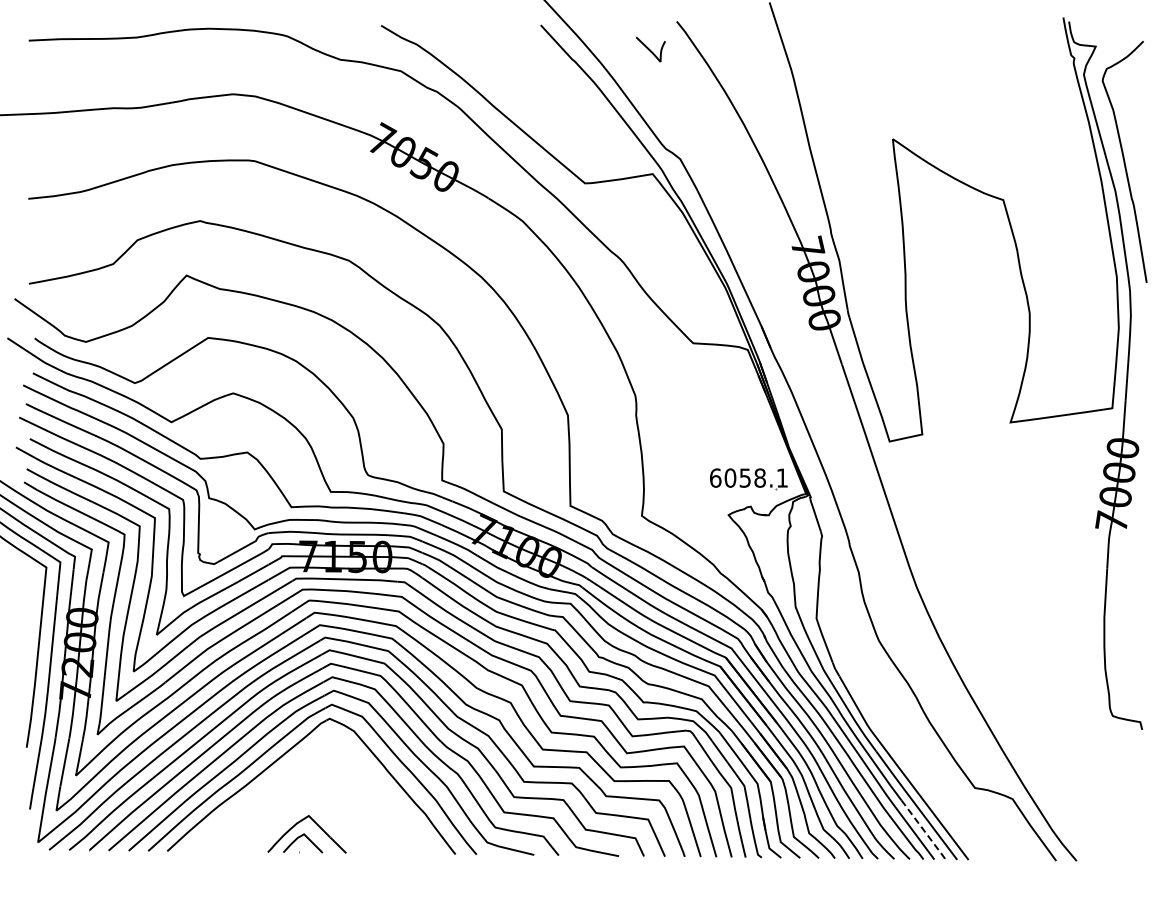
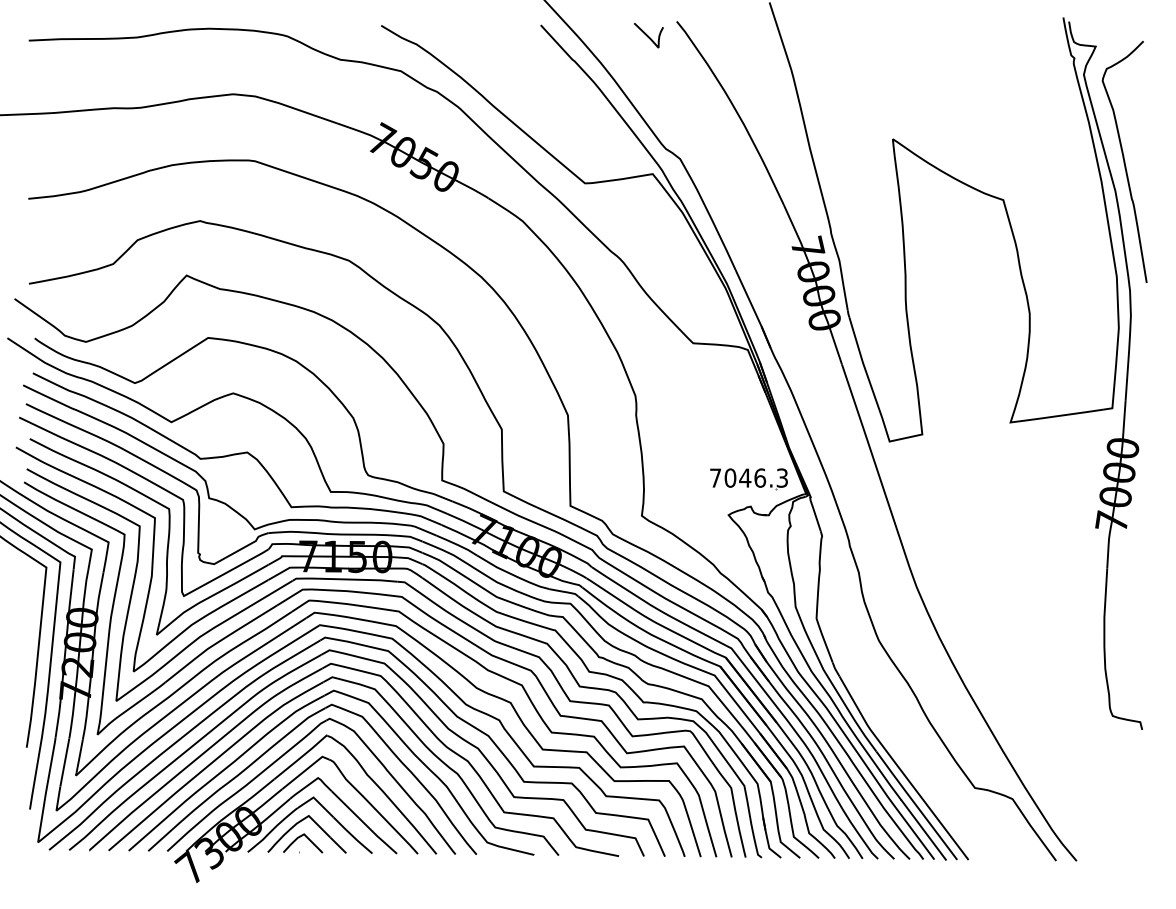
curve at (650, 49) position: (650, 49) -> (648, 35)
text at (748, 477): 6058.1 -> 7046.3
part at (305, 808): none -> present
line at (923, 830): dashed -> solid
